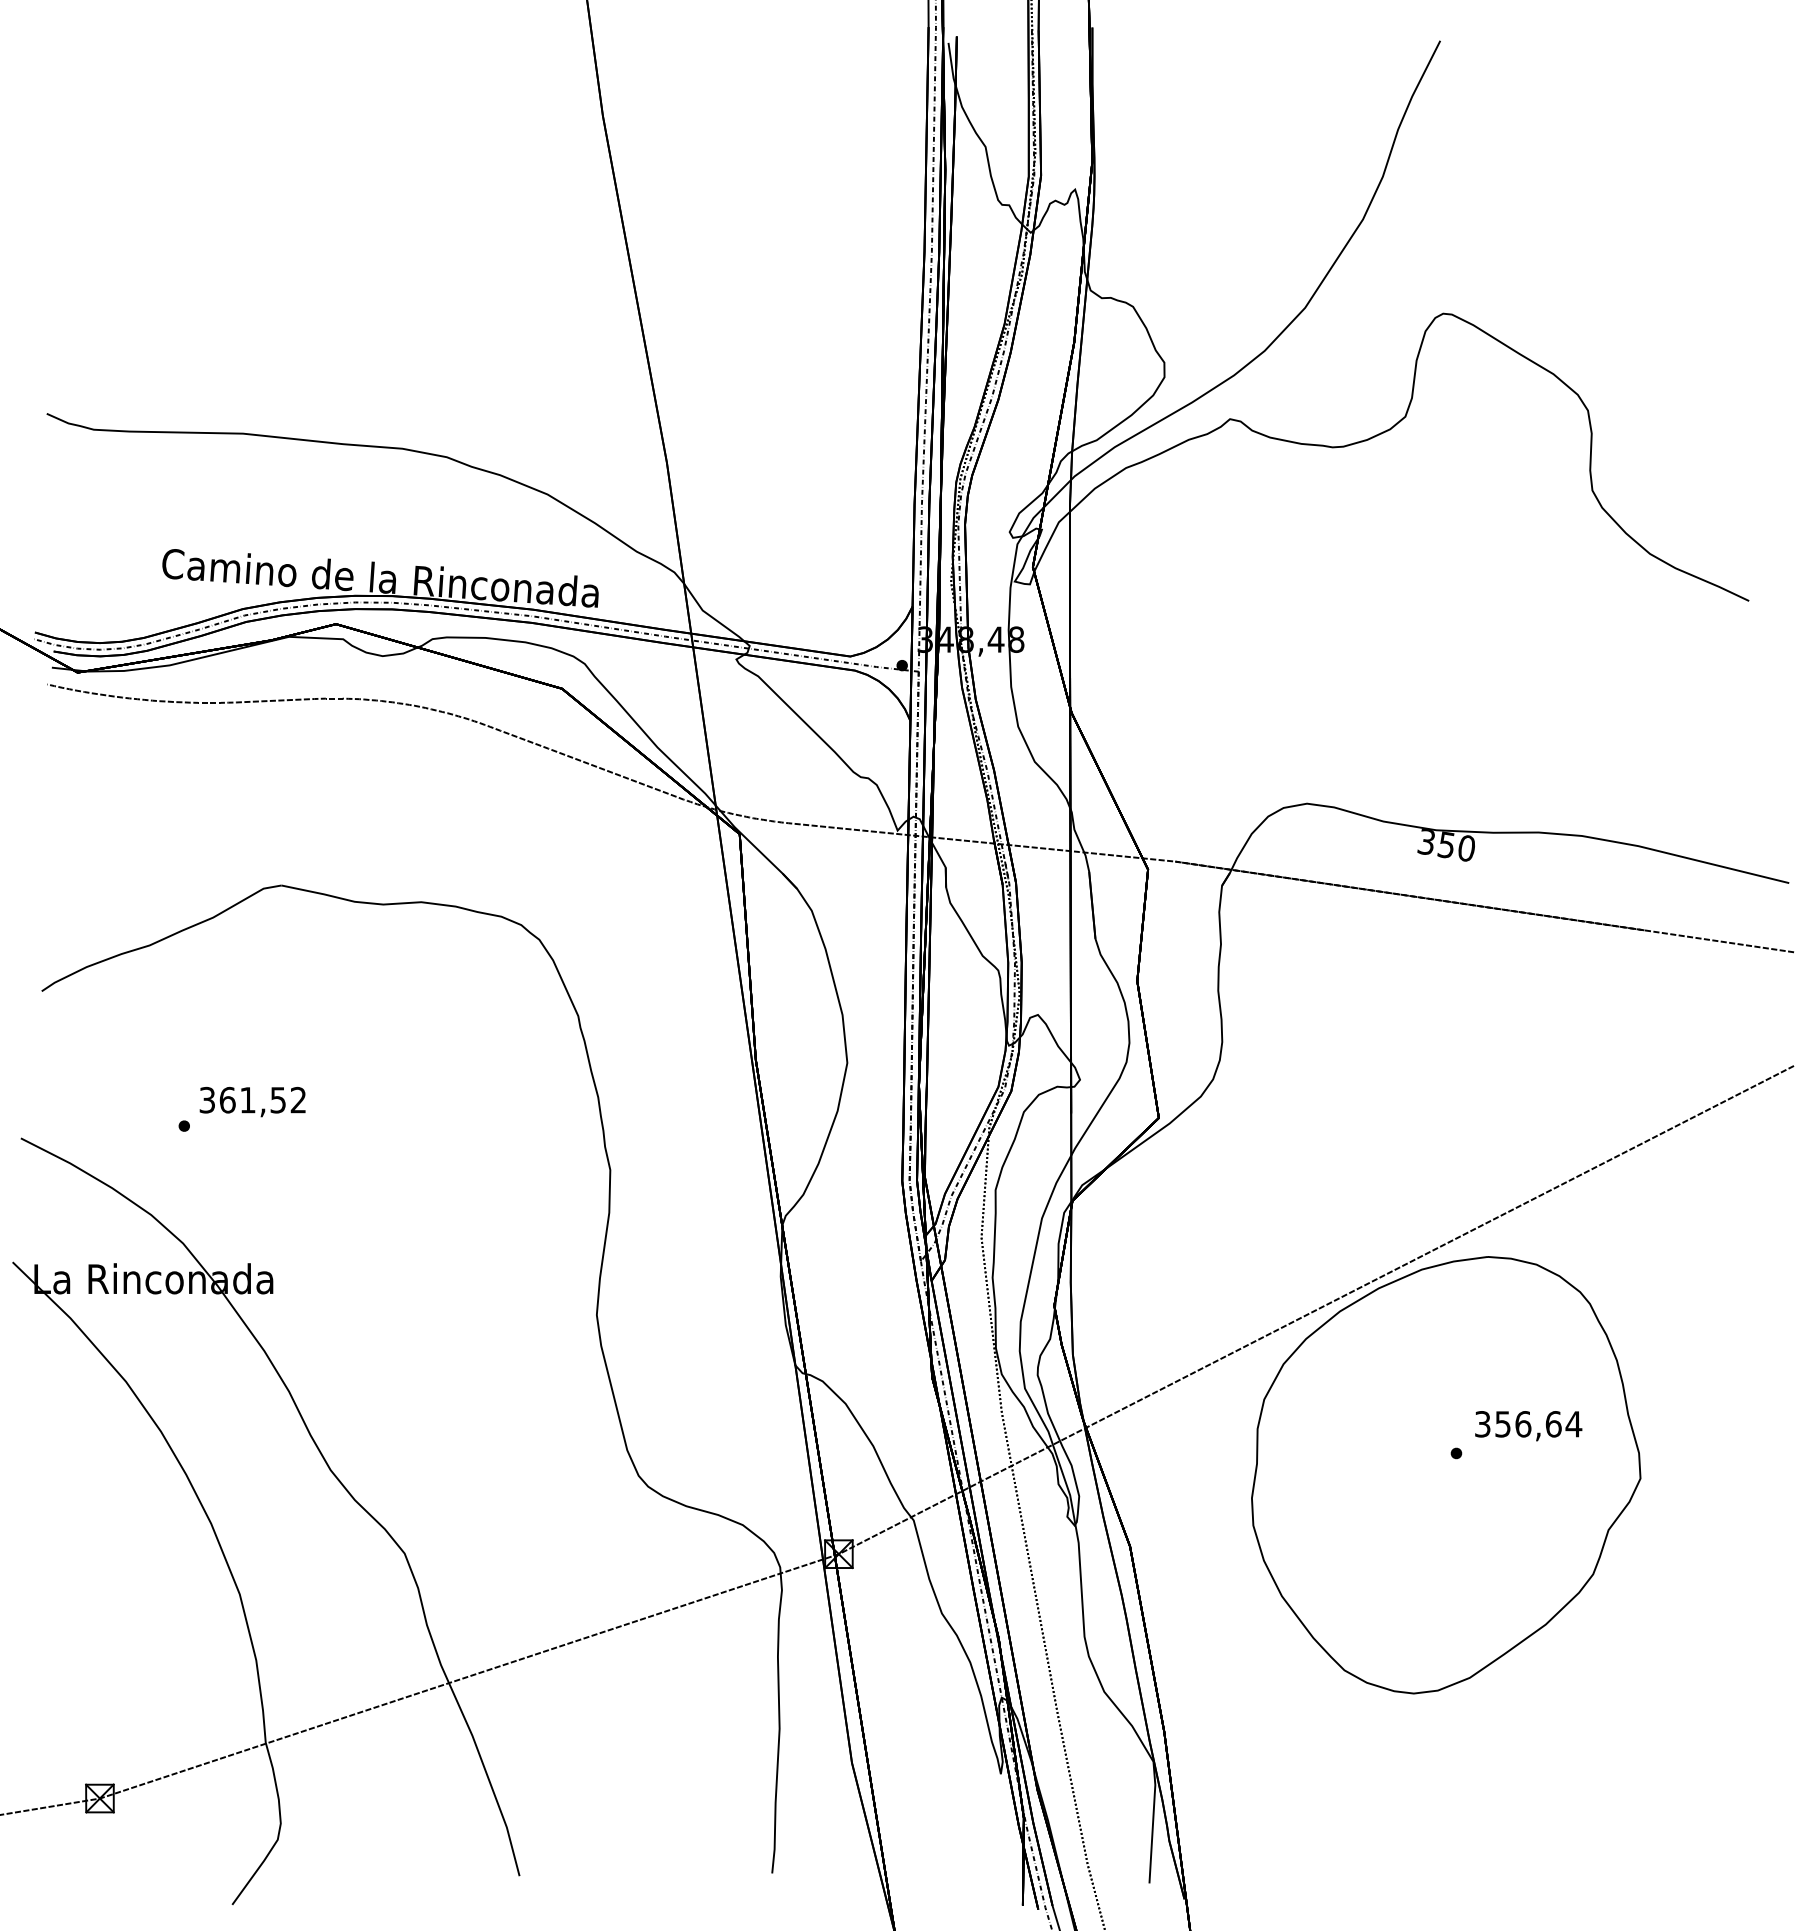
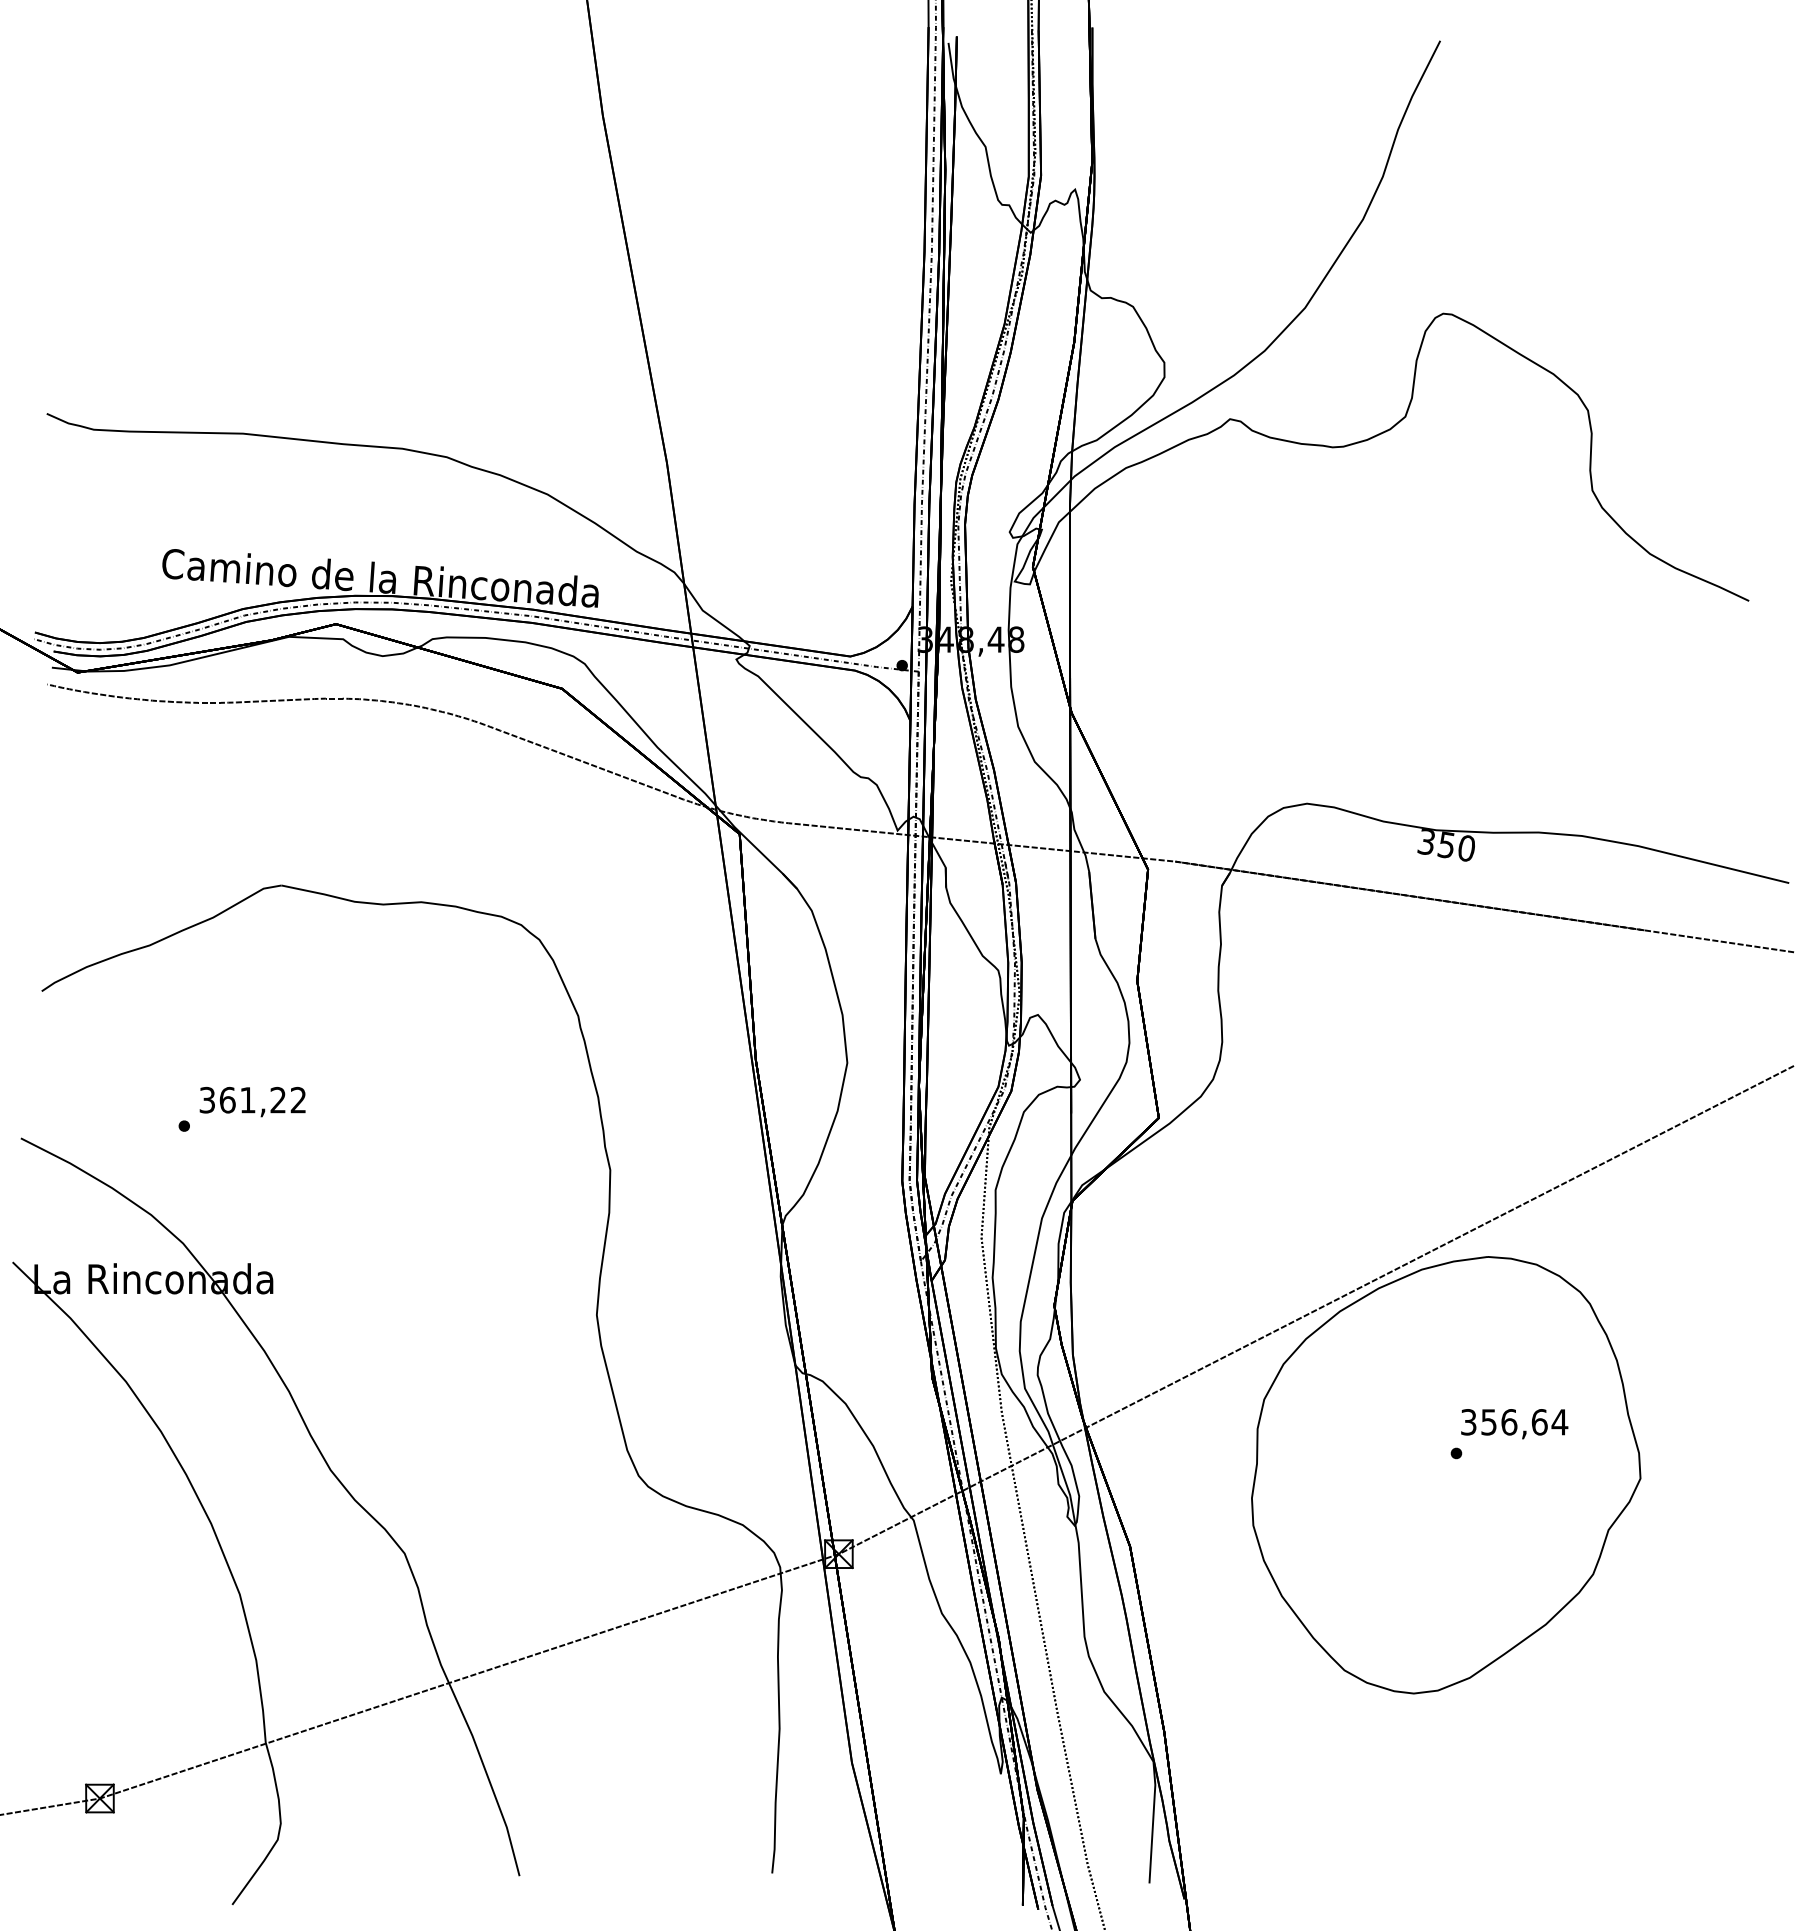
text at (277, 1099): 361,52 -> 361,22
text at (1528, 1426) position: (1528, 1426) -> (1514, 1424)
